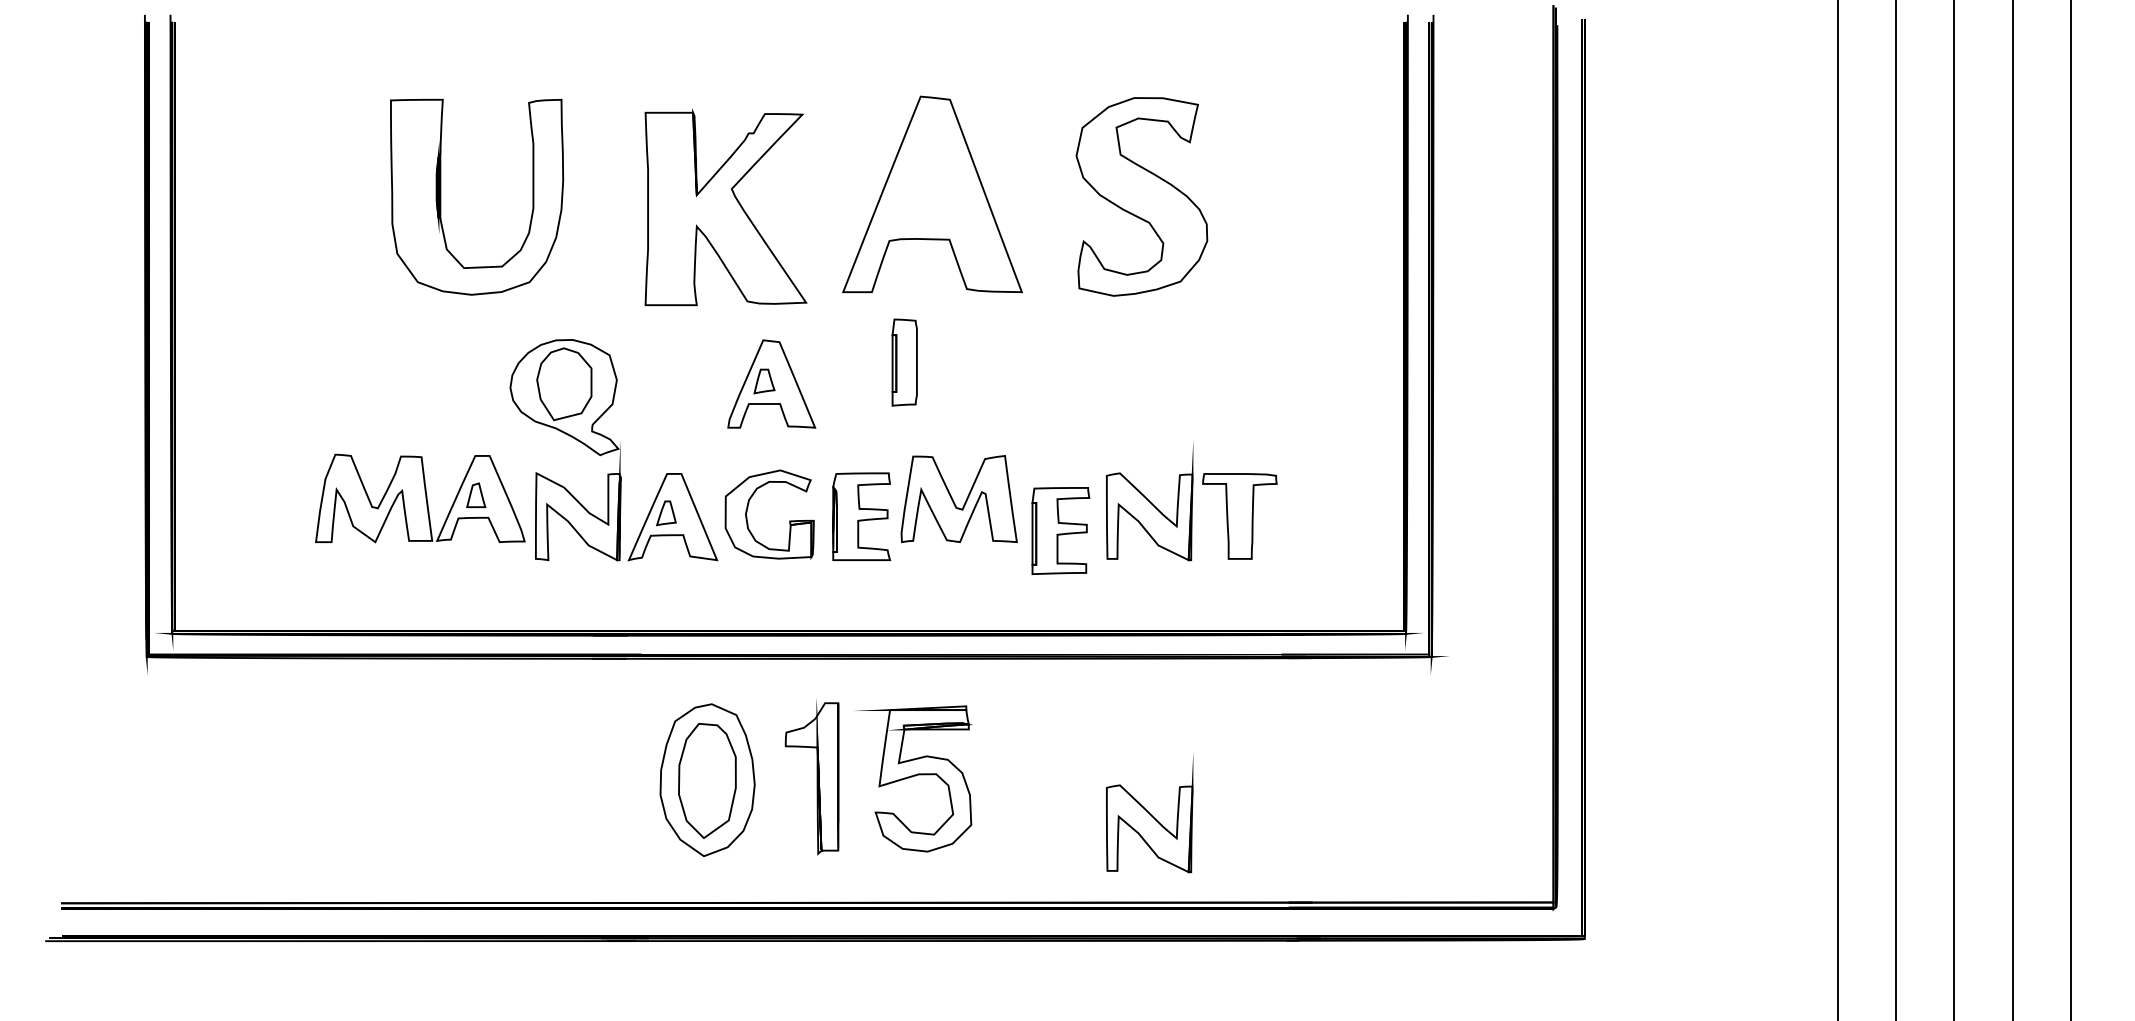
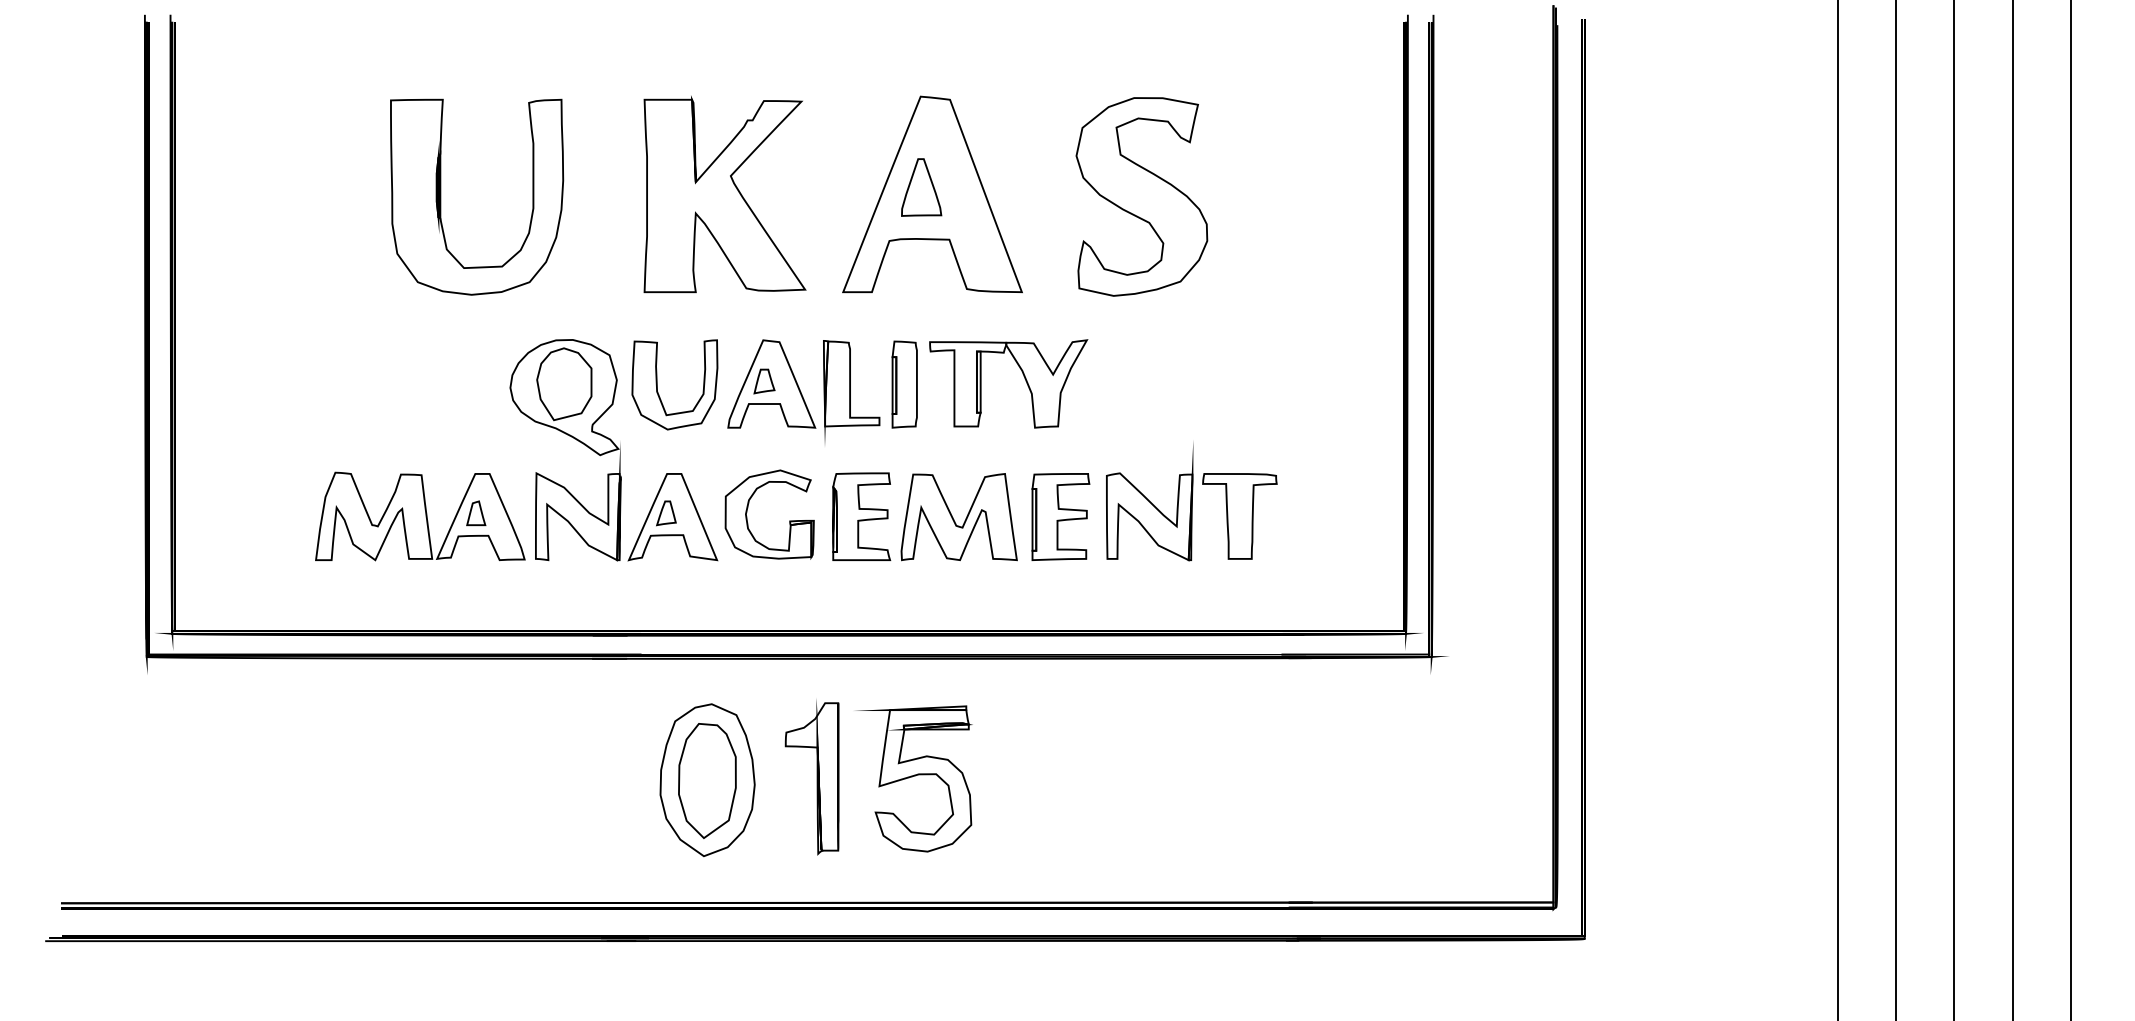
part at (921, 187): none -> present
part at (725, 207) position: (725, 207) -> (724, 194)
part at (904, 362) position: (904, 362) -> (904, 384)
part at (1023, 376): none -> present
part at (657, 384): none -> present
part at (851, 391): none -> present
part at (420, 498) position: (420, 498) -> (420, 516)
part at (958, 499) position: (958, 499) -> (958, 517)
part at (1060, 530) position: (1060, 530) -> (1060, 516)
part at (1149, 813): present -> none
